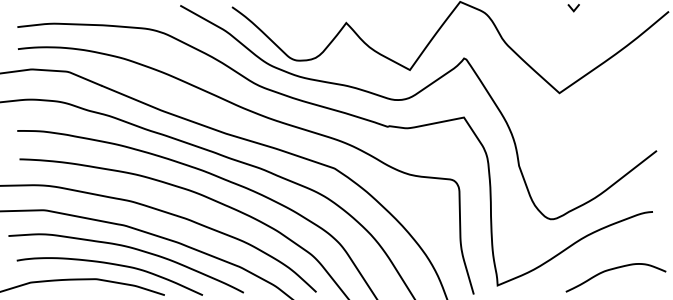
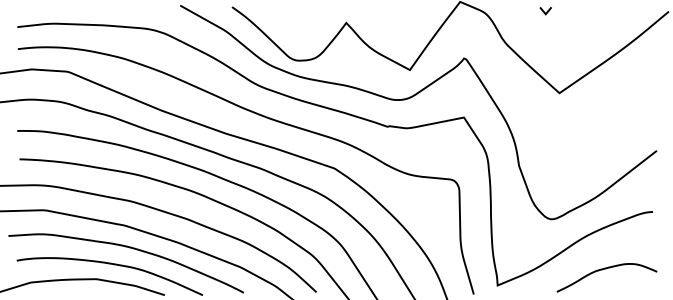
line at (572, 8) position: (572, 8) -> (544, 11)
curve at (615, 269) position: (615, 269) -> (606, 269)
